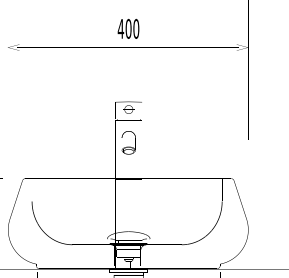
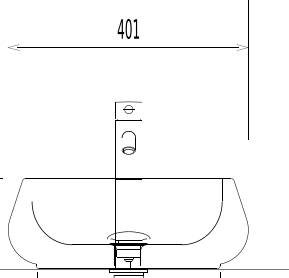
text at (136, 28): 400 -> 401
